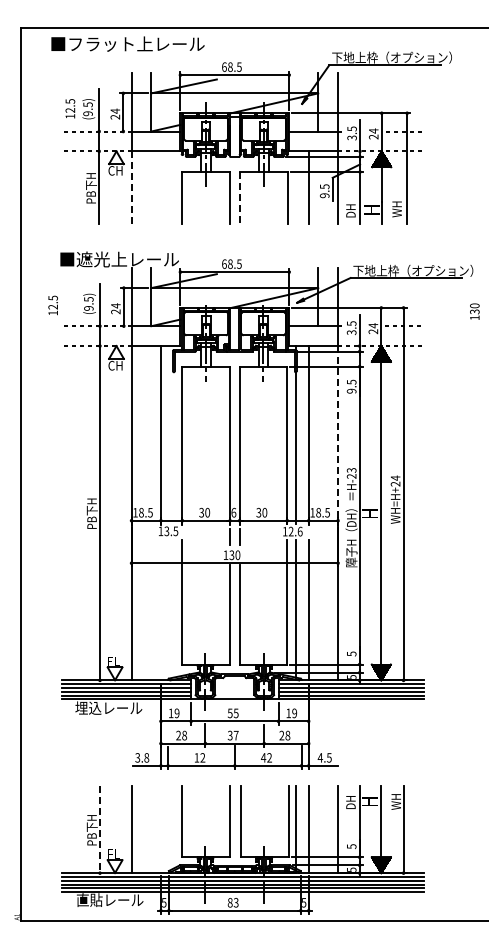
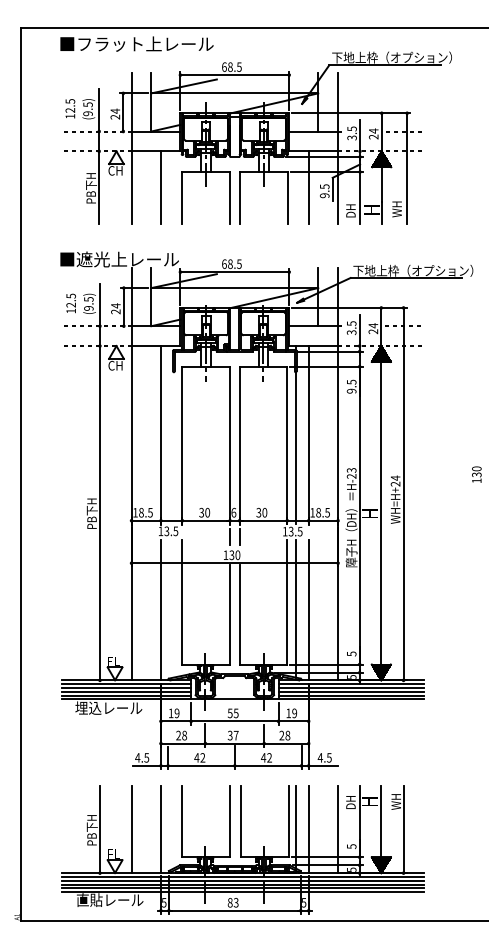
text at (127, 43) position: (127, 43) -> (136, 43)
line at (131, 187): dashed -> solid
line at (160, 187): none -> present
line at (240, 198): dashed -> solid
text at (52, 305) position: (52, 305) -> (70, 303)
text at (474, 311) position: (474, 311) -> (476, 474)
line at (338, 437): dashed -> solid
text at (295, 531): 12.6 -> 13.5
line at (160, 610): none -> present
text at (142, 757): 3.8 -> 4.5
text at (196, 757): 12 -> 42
line at (160, 829): none -> present
line at (100, 830): dashed -> solid
